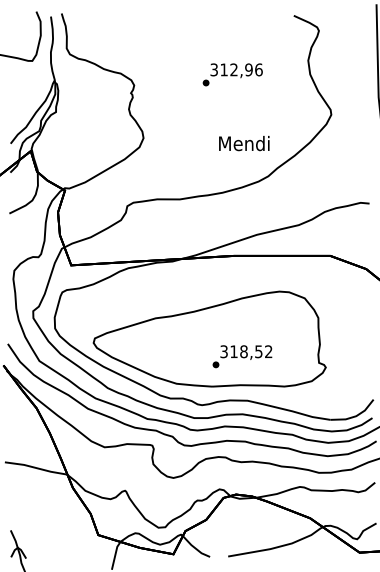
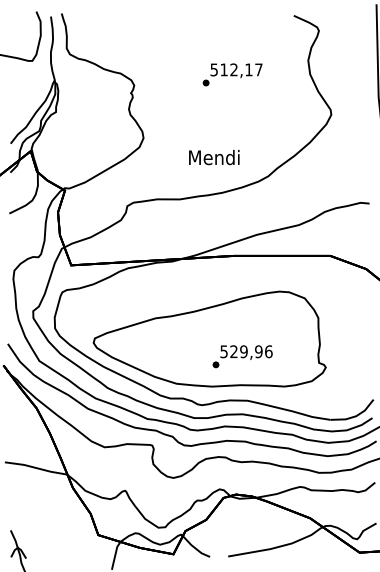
text at (236, 69): 312,96 -> 512,17
text at (244, 143) position: (244, 143) -> (214, 157)
text at (246, 351): 318,52 -> 529,96
